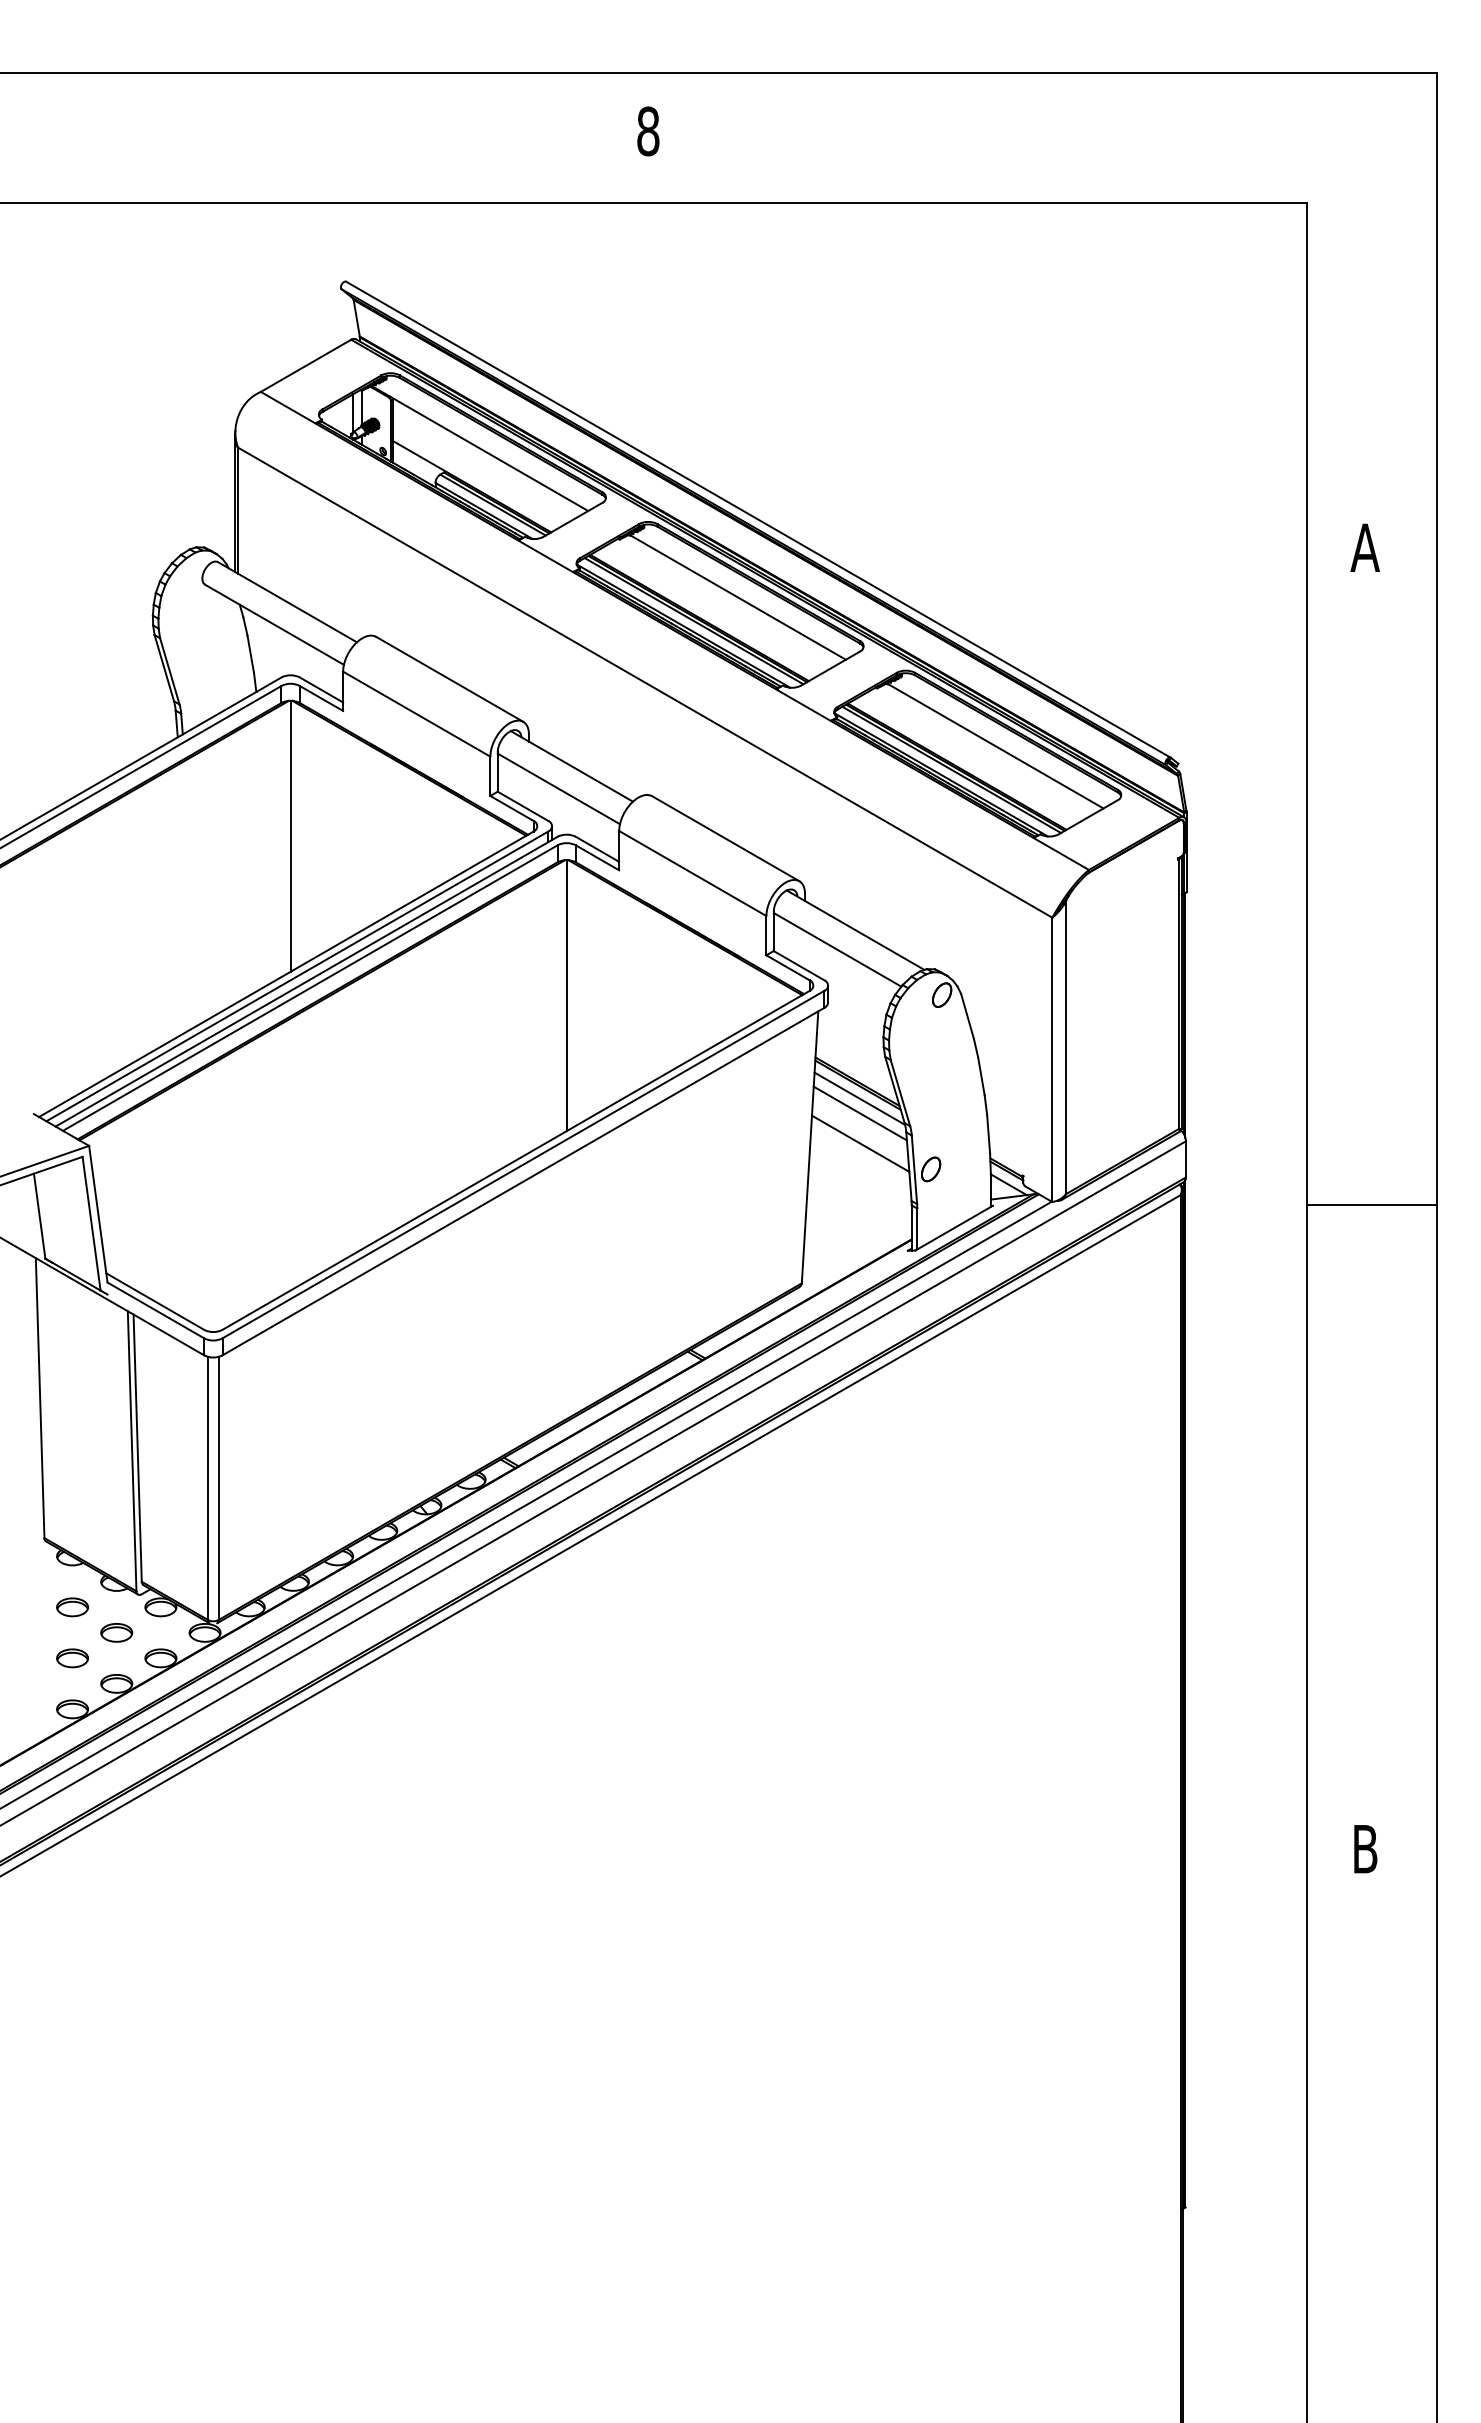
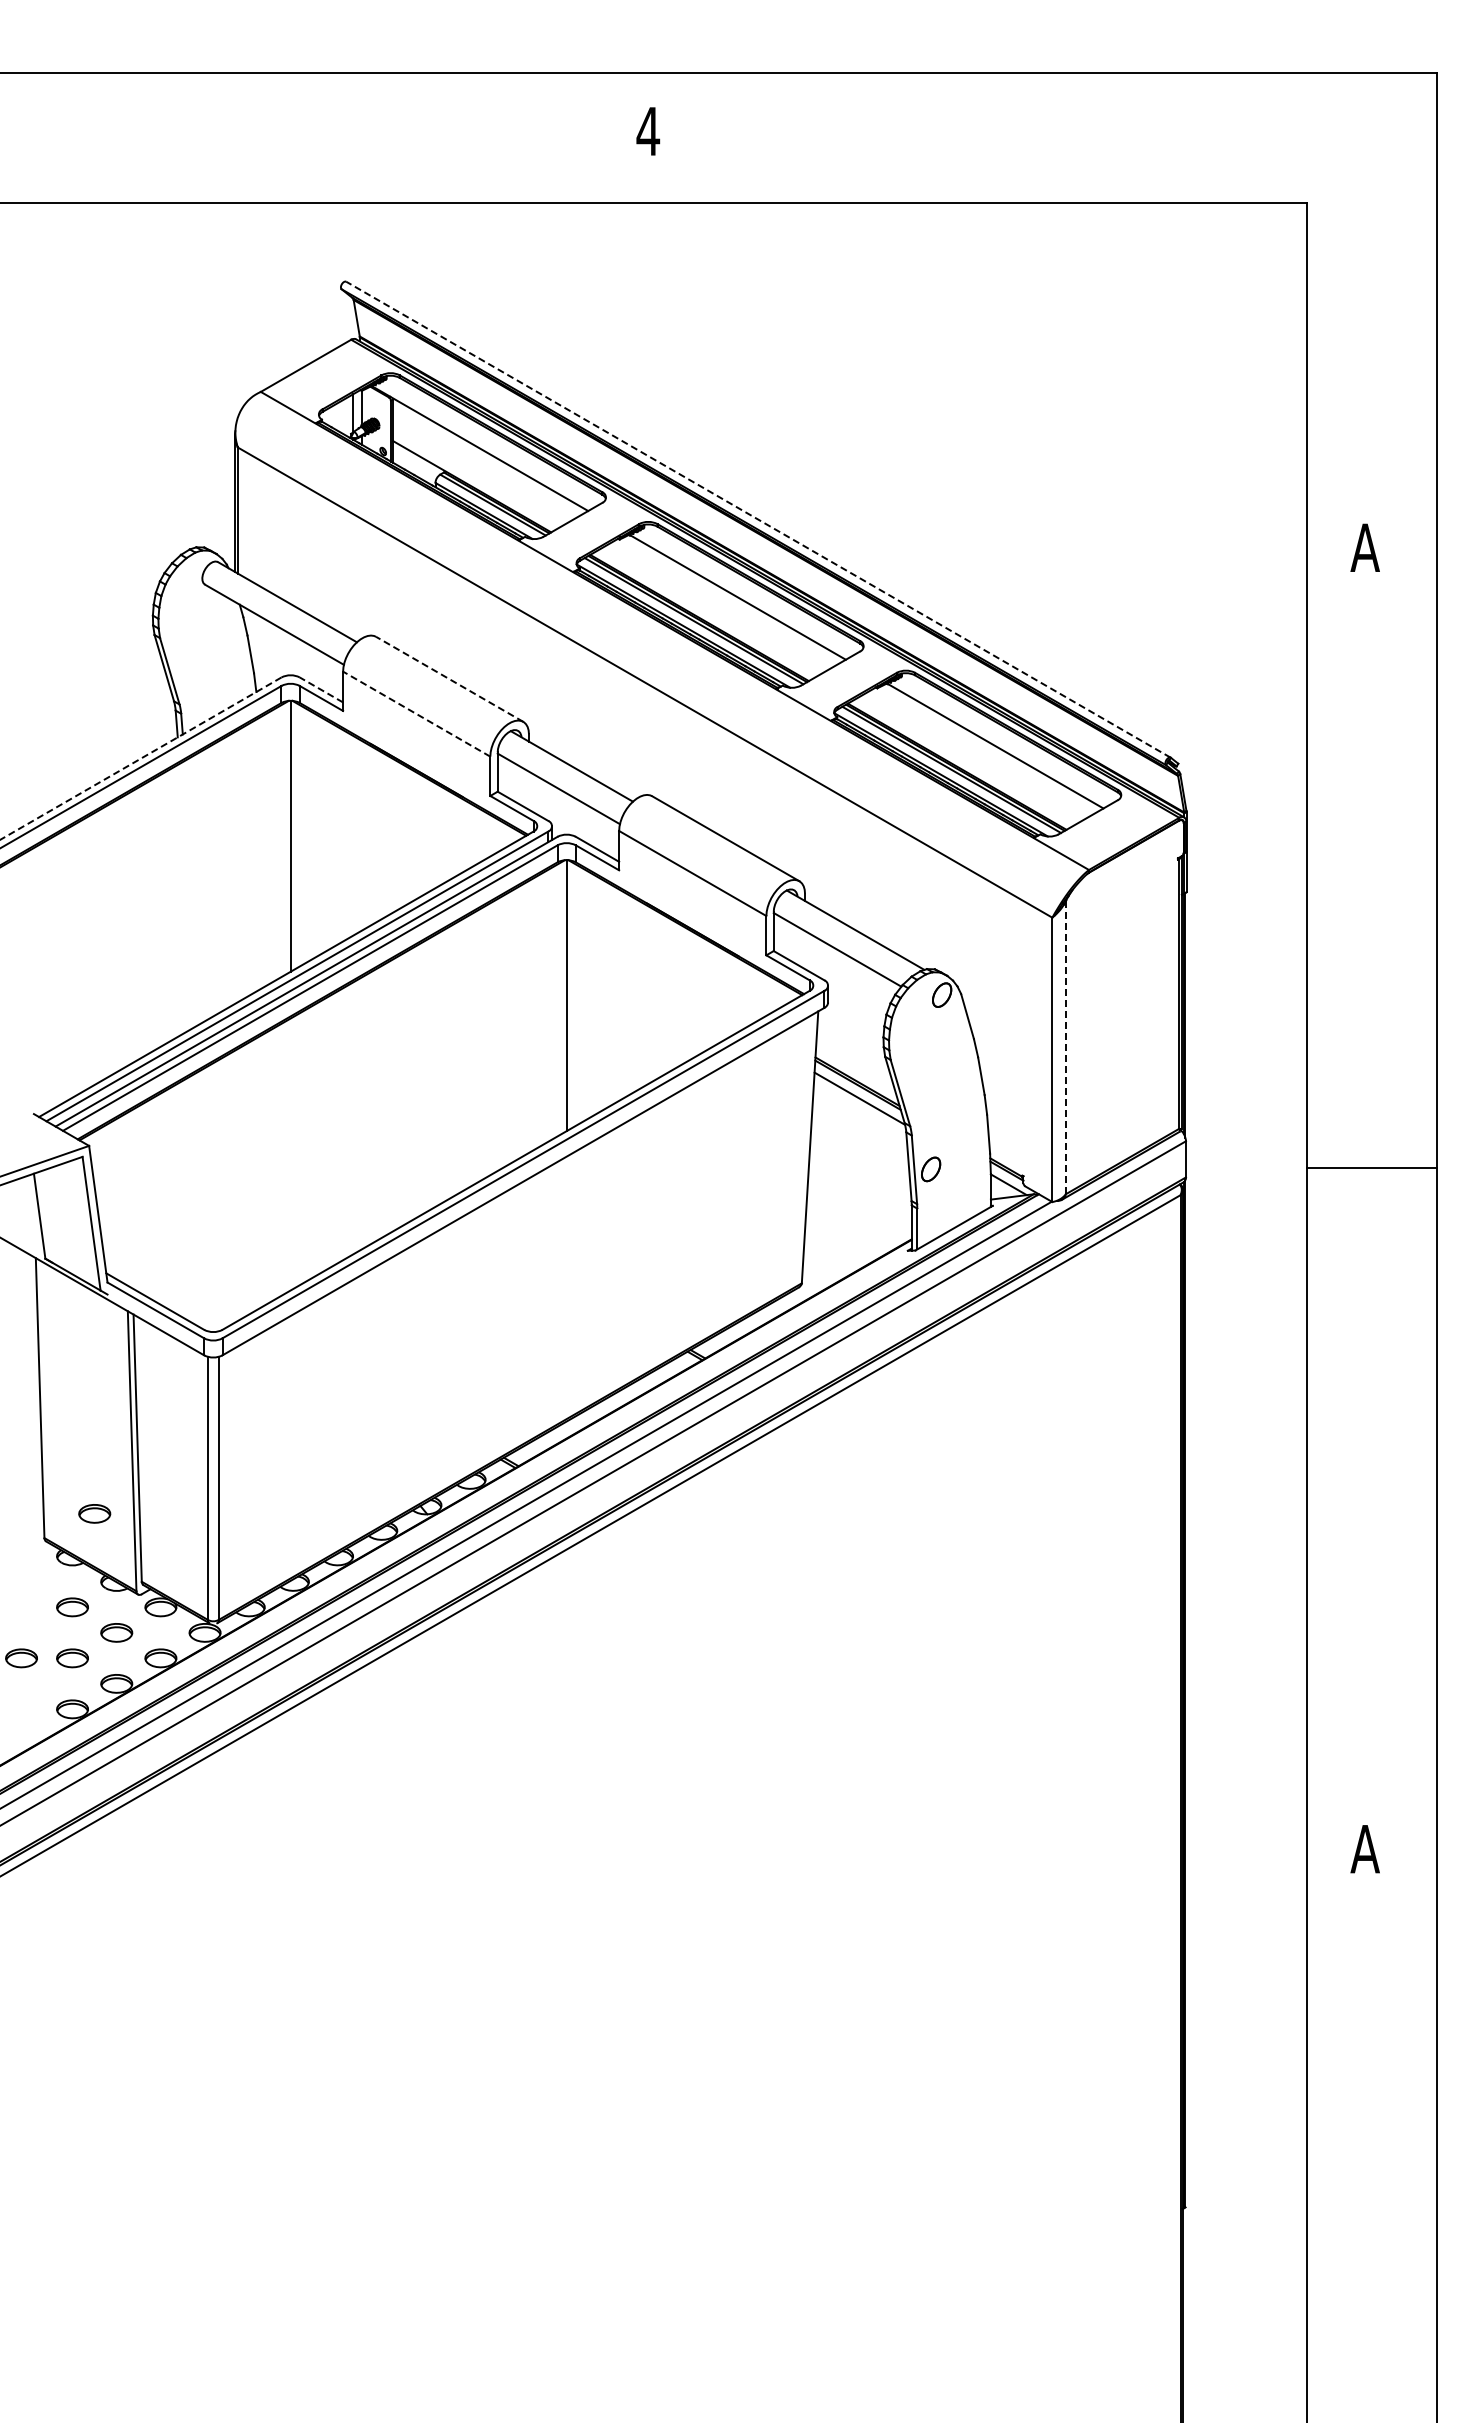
text at (648, 131): 8 -> 4
line at (758, 519): solid -> dashed
line at (449, 679): solid -> dashed
line at (321, 689): solid -> dashed
line at (416, 713): solid -> dashed
line at (140, 758): solid -> dashed
line at (1065, 1047): solid -> dashed
line at (859, 1113): present -> none
line at (860, 1143): present -> none
line at (1371, 1204) position: (1371, 1204) -> (1371, 1167)
part at (94, 1513): none -> present
part at (21, 1658): none -> present
text at (1364, 1849): B -> A
